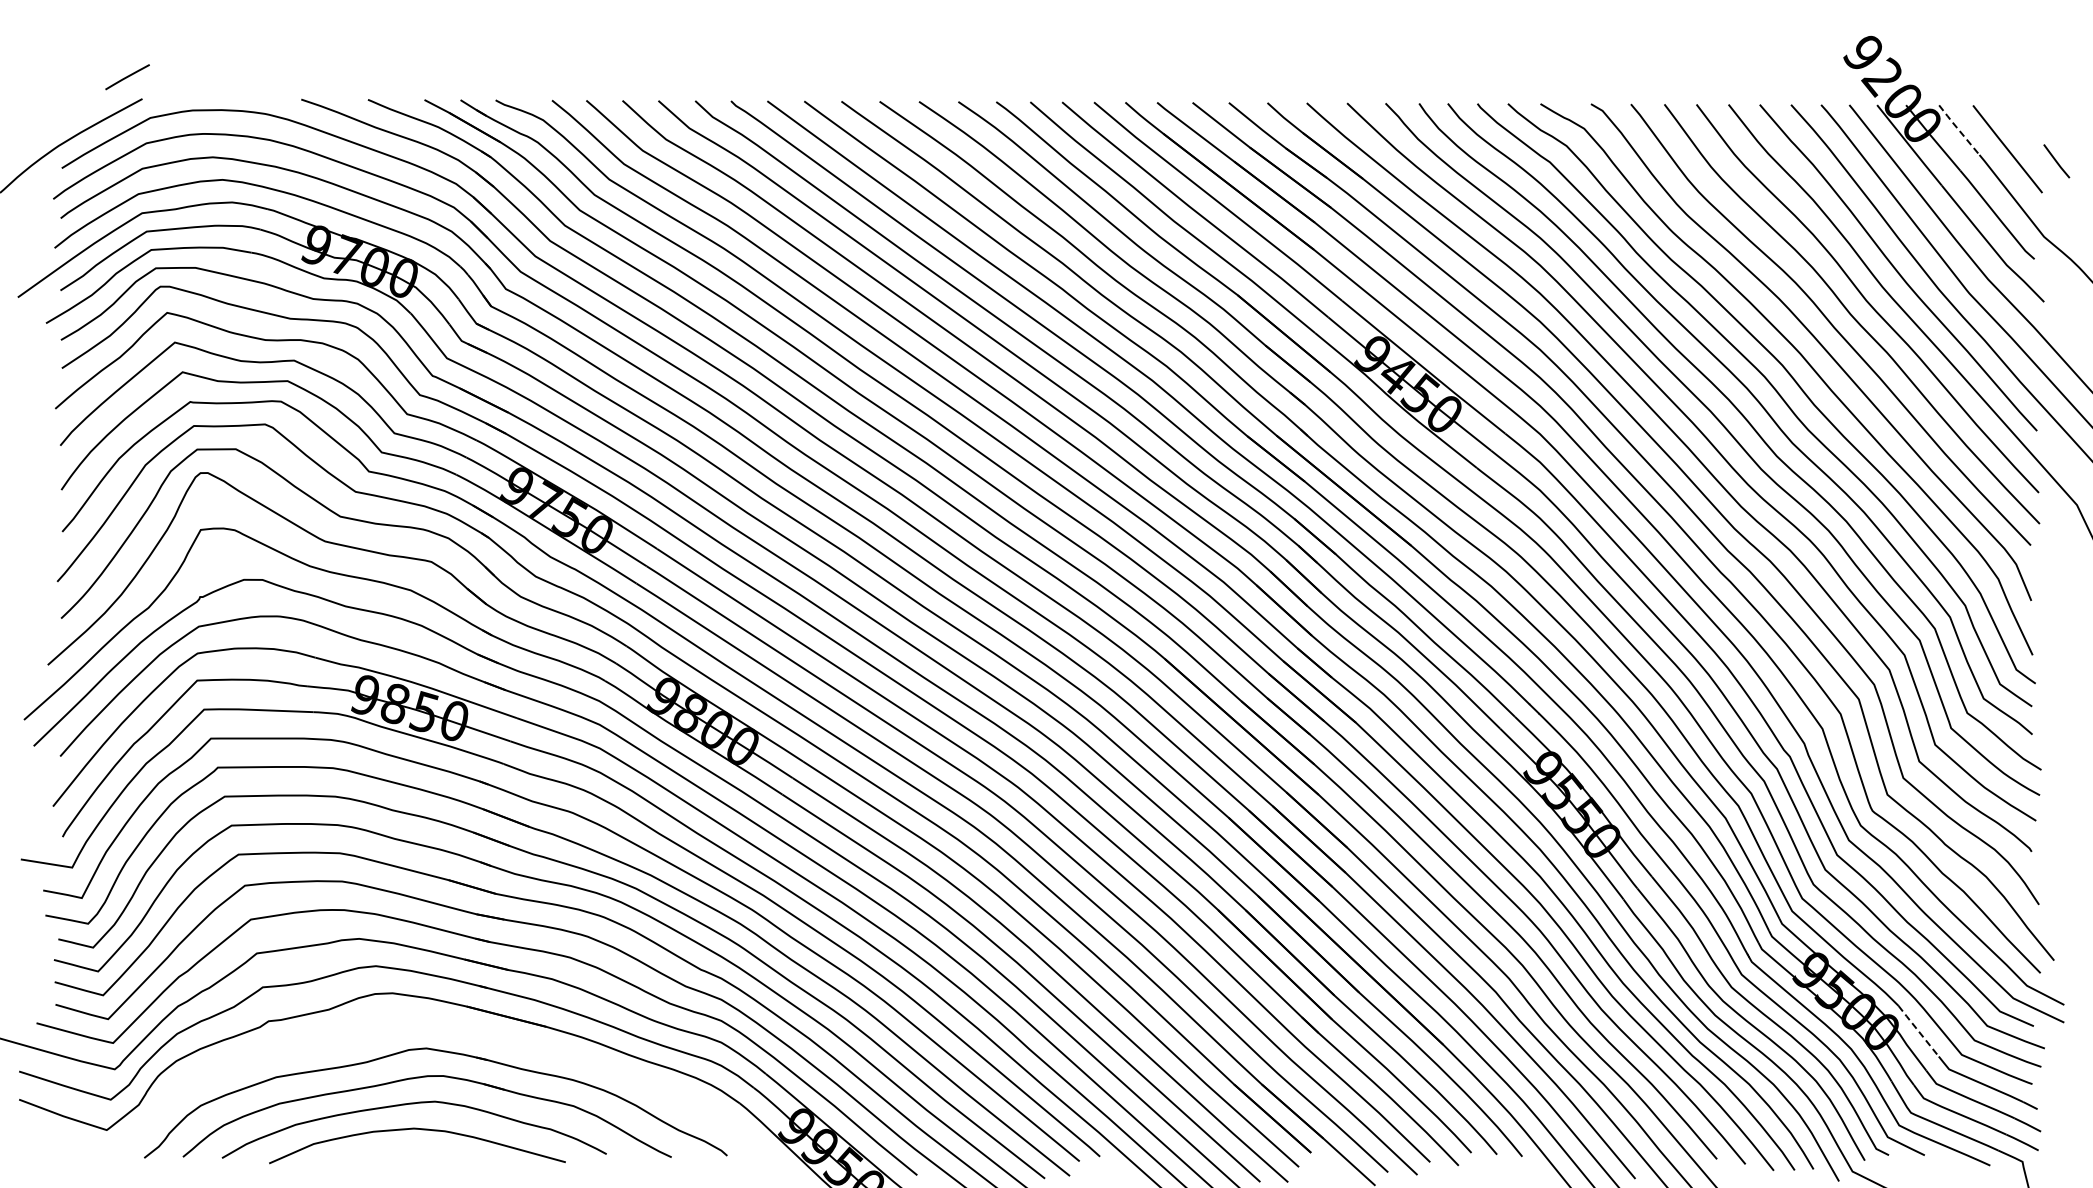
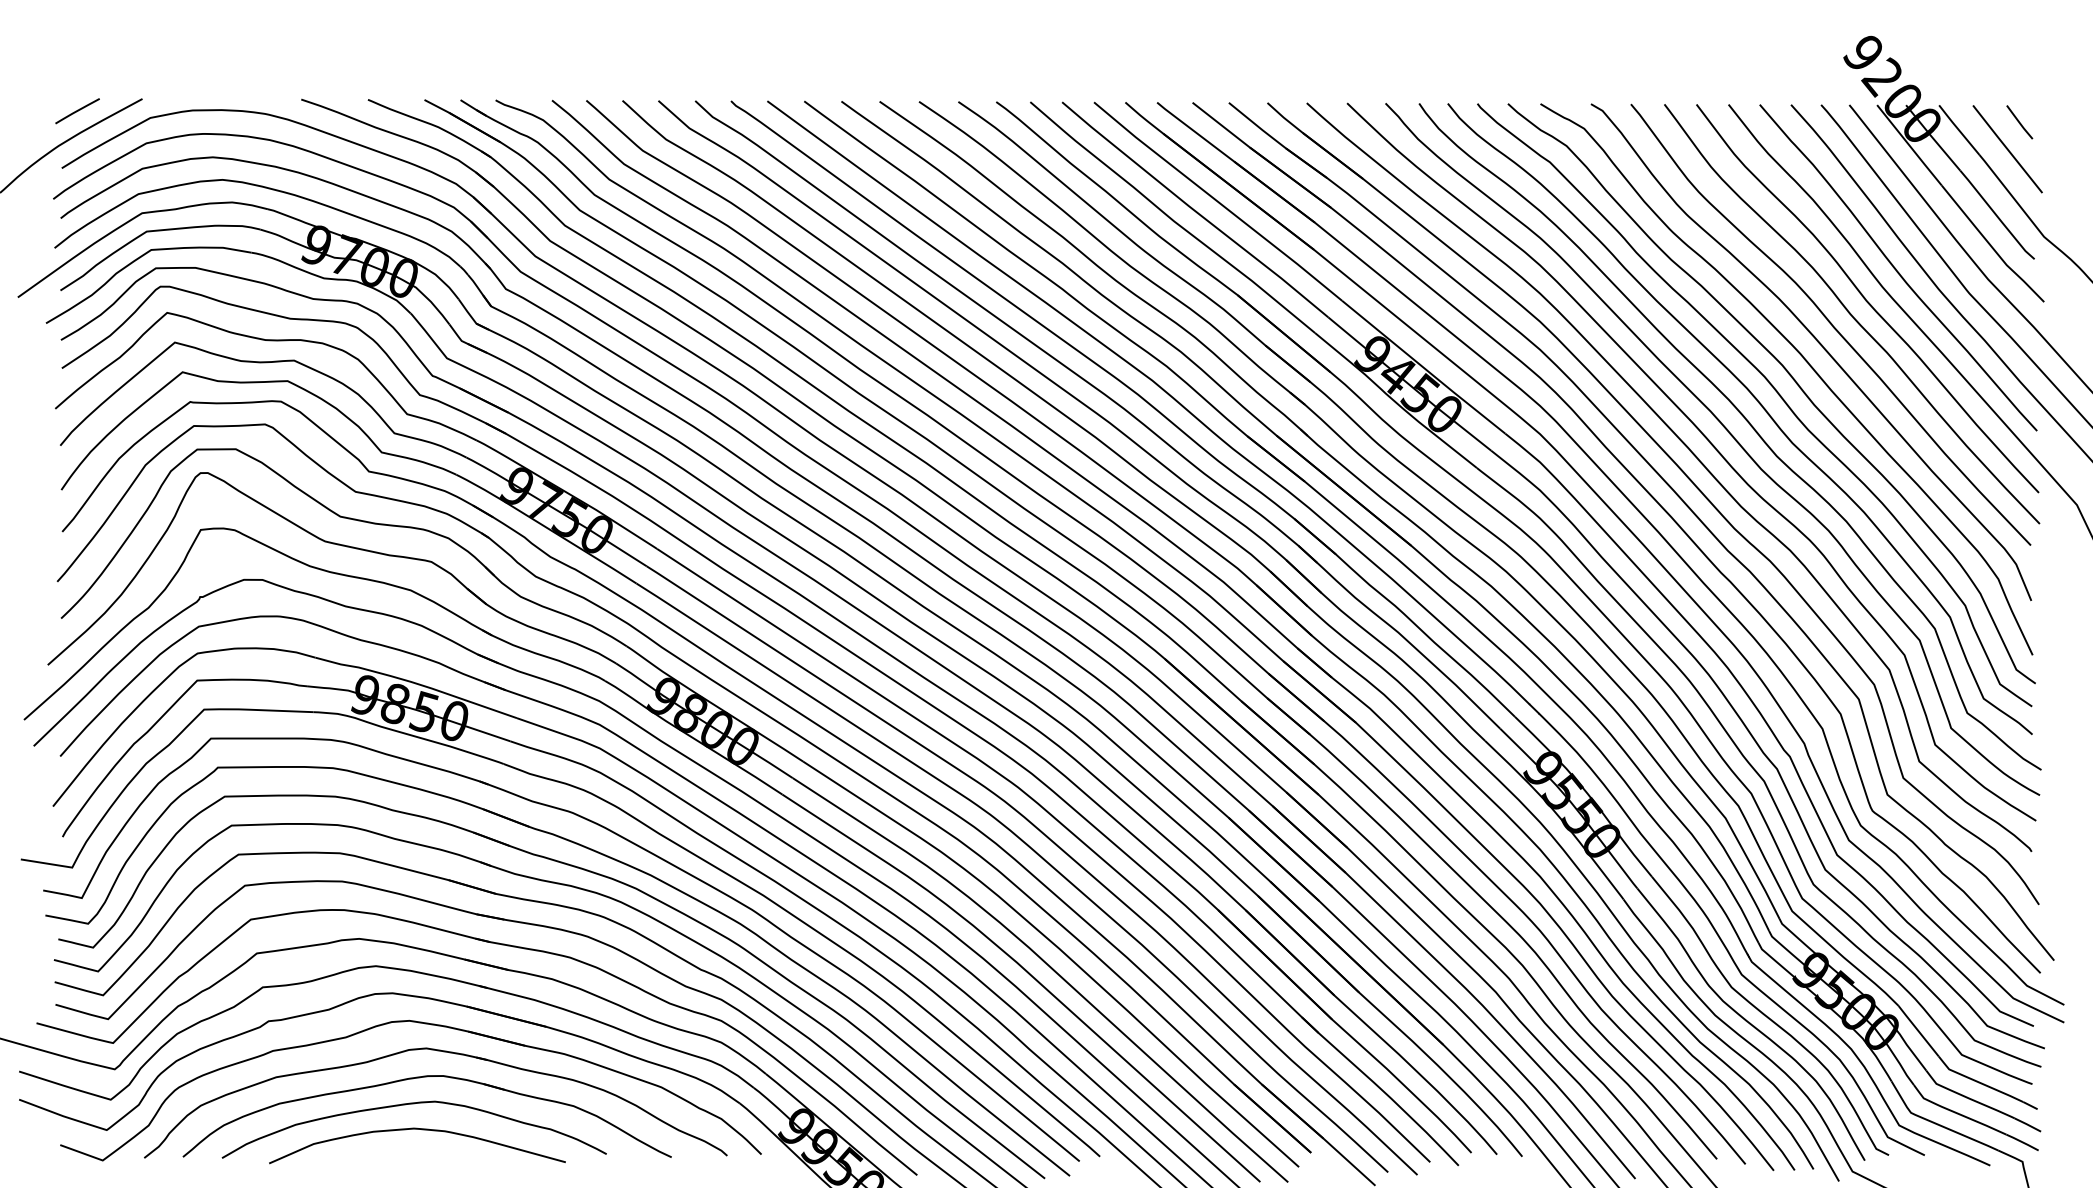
line at (127, 77) position: (127, 77) -> (77, 111)
line at (1958, 129): dashed -> solid
line at (2056, 161) position: (2056, 161) -> (2019, 122)
part at (424, 1024): none -> present
line at (1918, 1030): dashed -> solid
